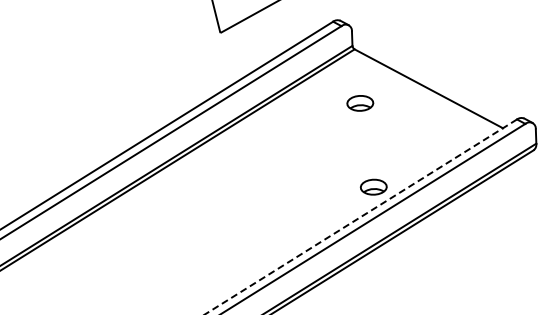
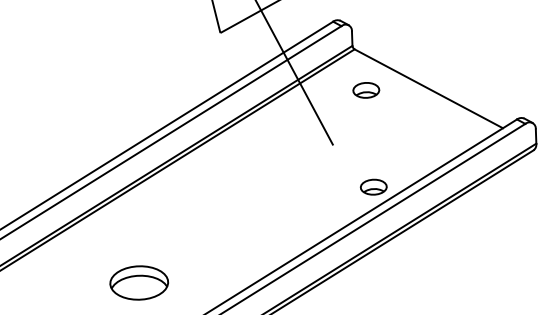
line at (294, 73): none -> present
part at (360, 103) position: (360, 103) -> (366, 90)
line at (360, 217): dashed -> solid
part at (138, 282): none -> present
